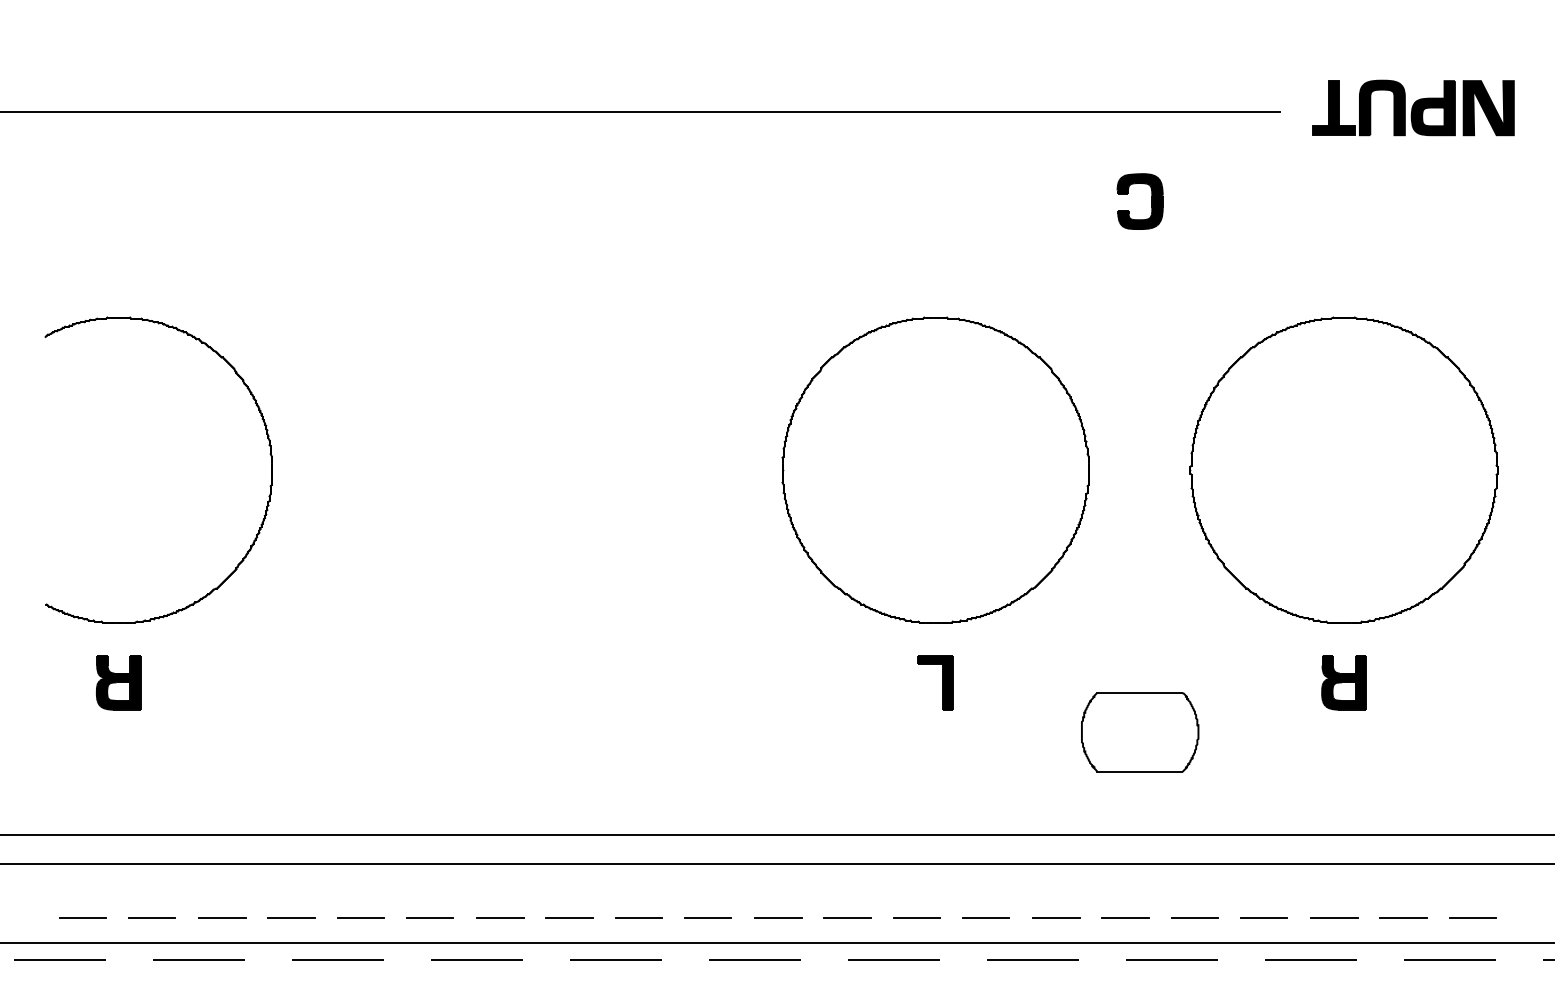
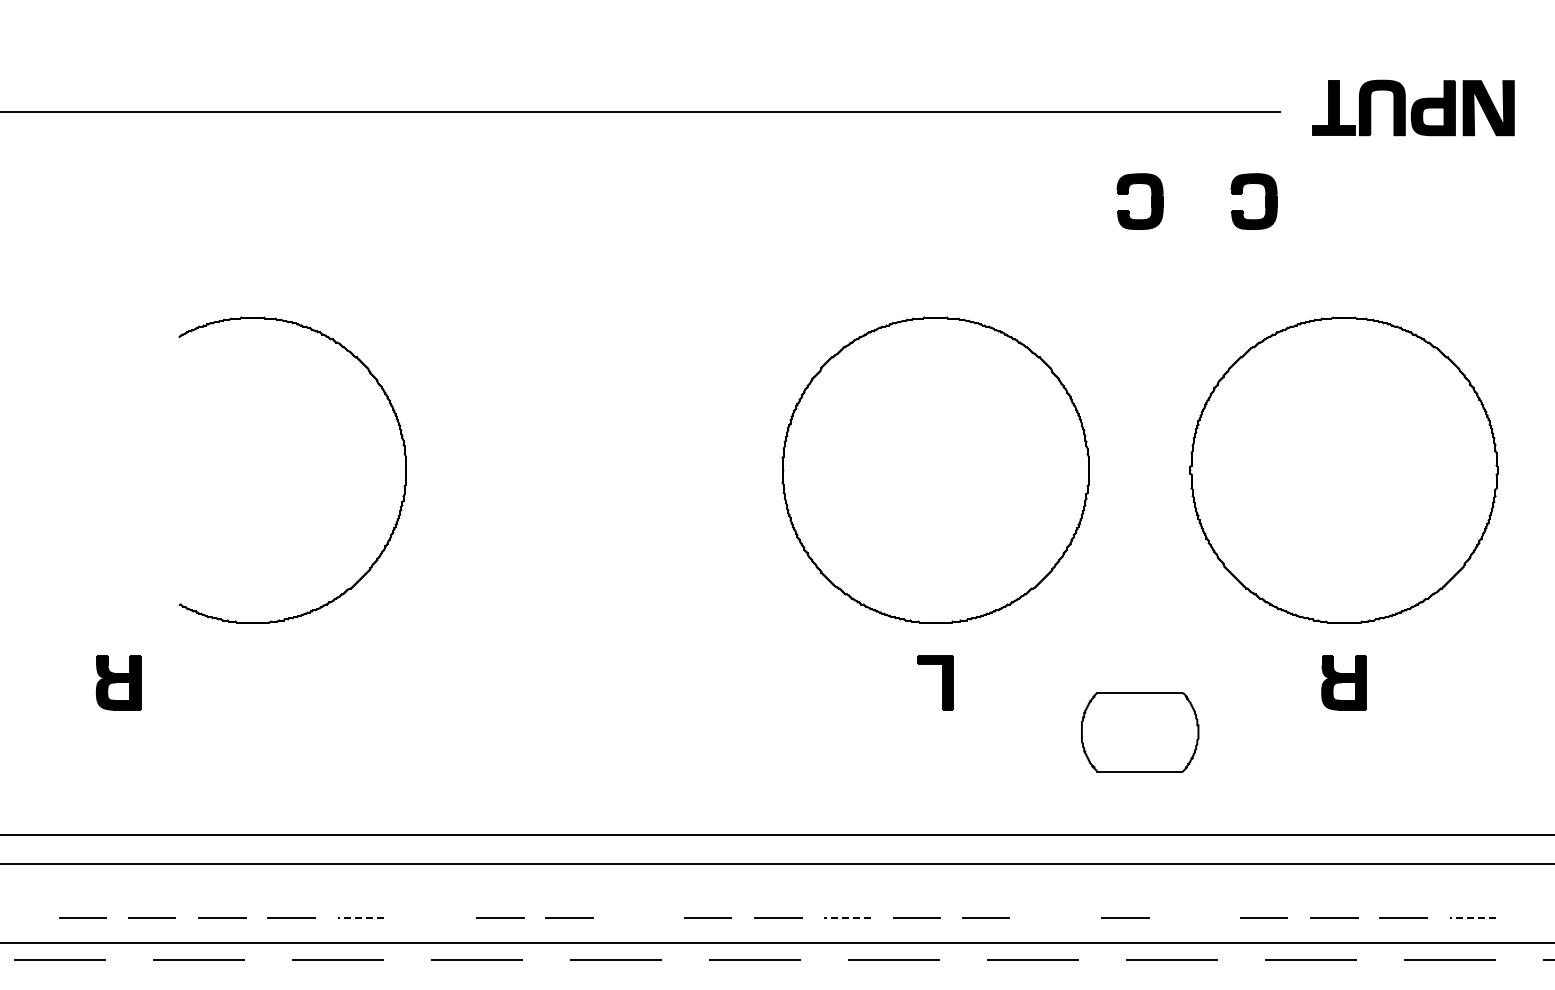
part at (1265, 201): none -> present
part at (269, 454) position: (269, 454) -> (403, 454)
line at (361, 917): solid -> dashed
line at (430, 917): present -> none
line at (638, 917): present -> none
line at (846, 917): solid -> dashed
line at (1055, 917): present -> none
line at (1194, 917): present -> none
line at (1473, 917): solid -> dashed
